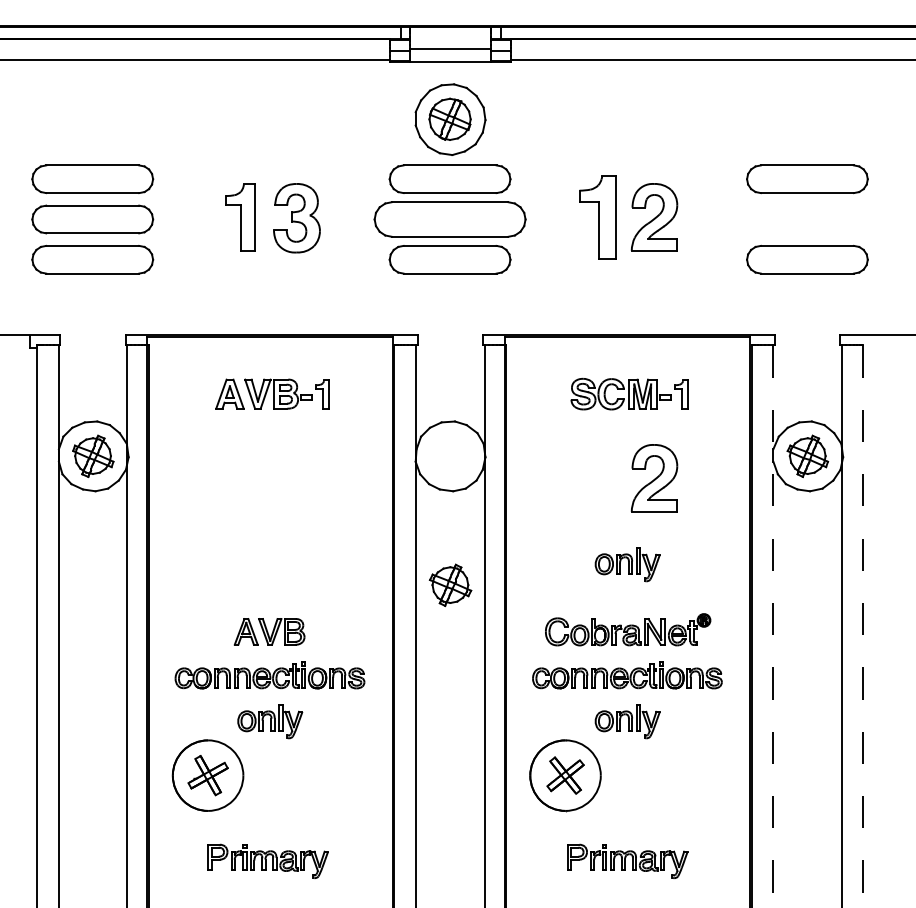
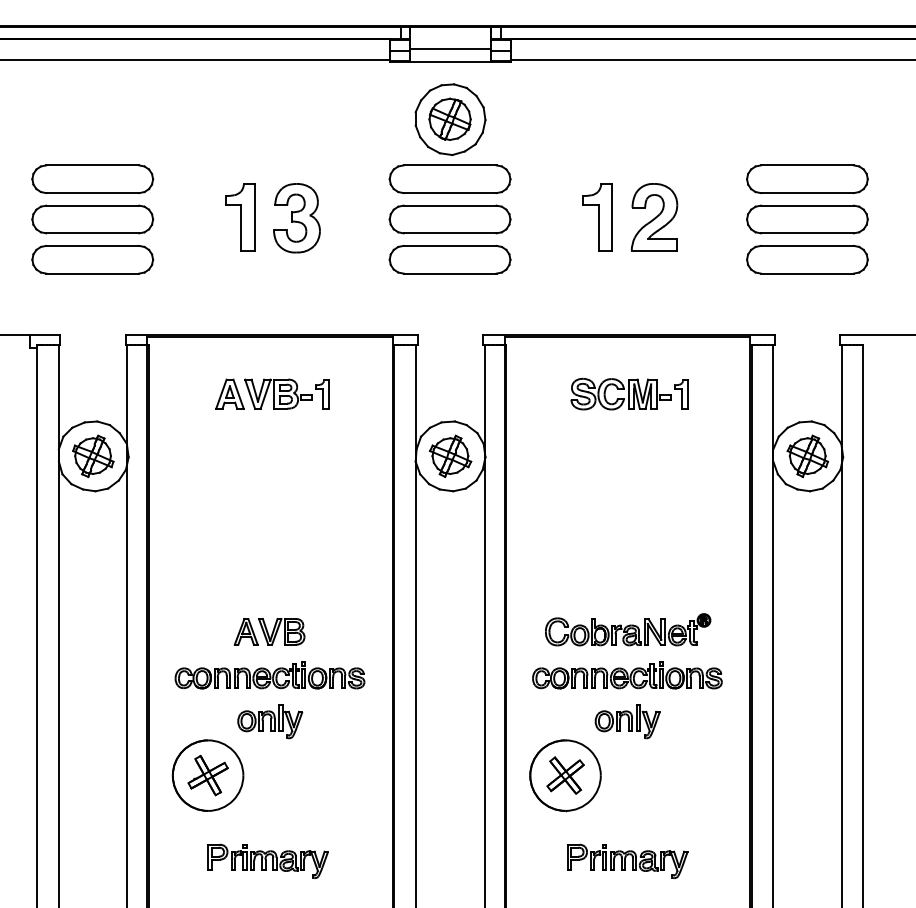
part at (597, 217) size: 38x85 px -> 31x69 px
part at (449, 219) size: 154x37 px -> 124x31 px
part at (807, 219): none -> present
part at (654, 478): present -> none
part at (627, 564): present -> none
part at (450, 585) position: (450, 585) -> (450, 456)
line at (773, 626): dashed -> solid
line at (863, 626): dashed -> solid
